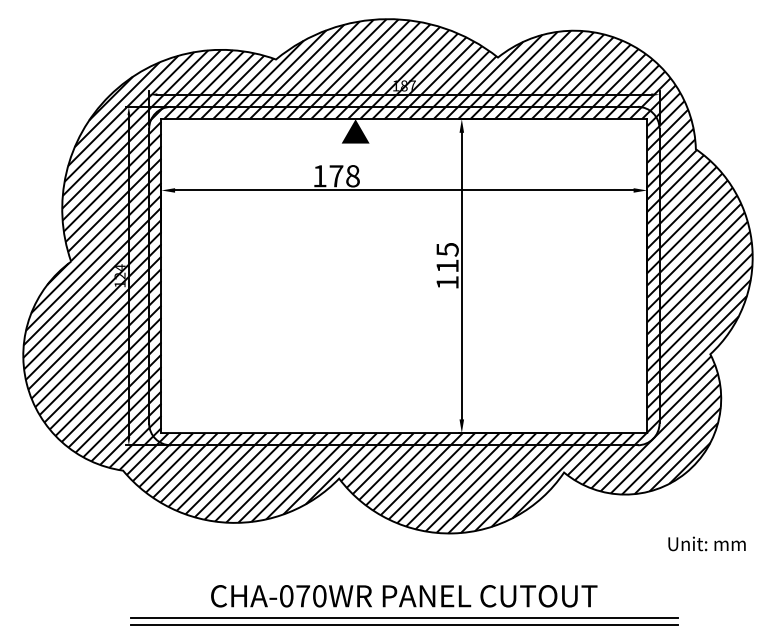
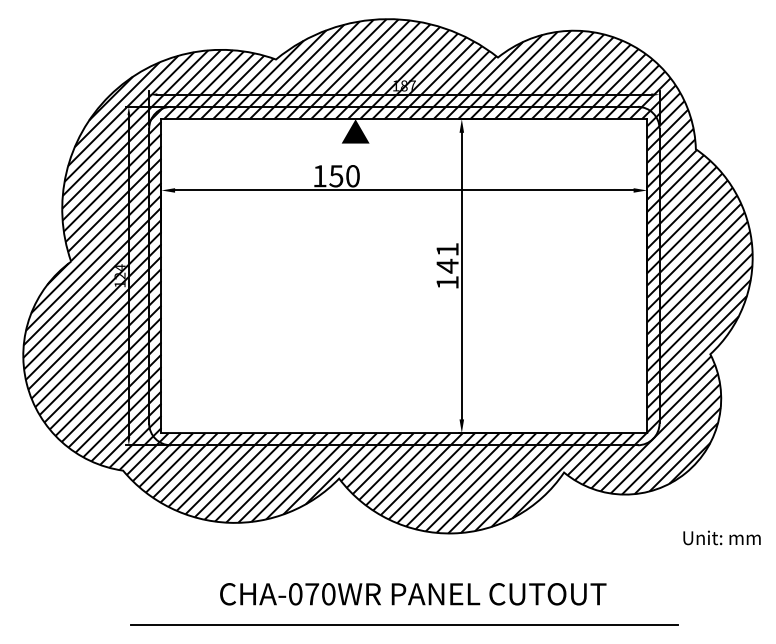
text at (344, 176): 178 -> 150
text at (447, 258): 115 -> 141
text at (706, 543) position: (706, 543) -> (721, 537)
text at (404, 596) position: (404, 596) -> (413, 594)
line at (403, 617): present -> none
